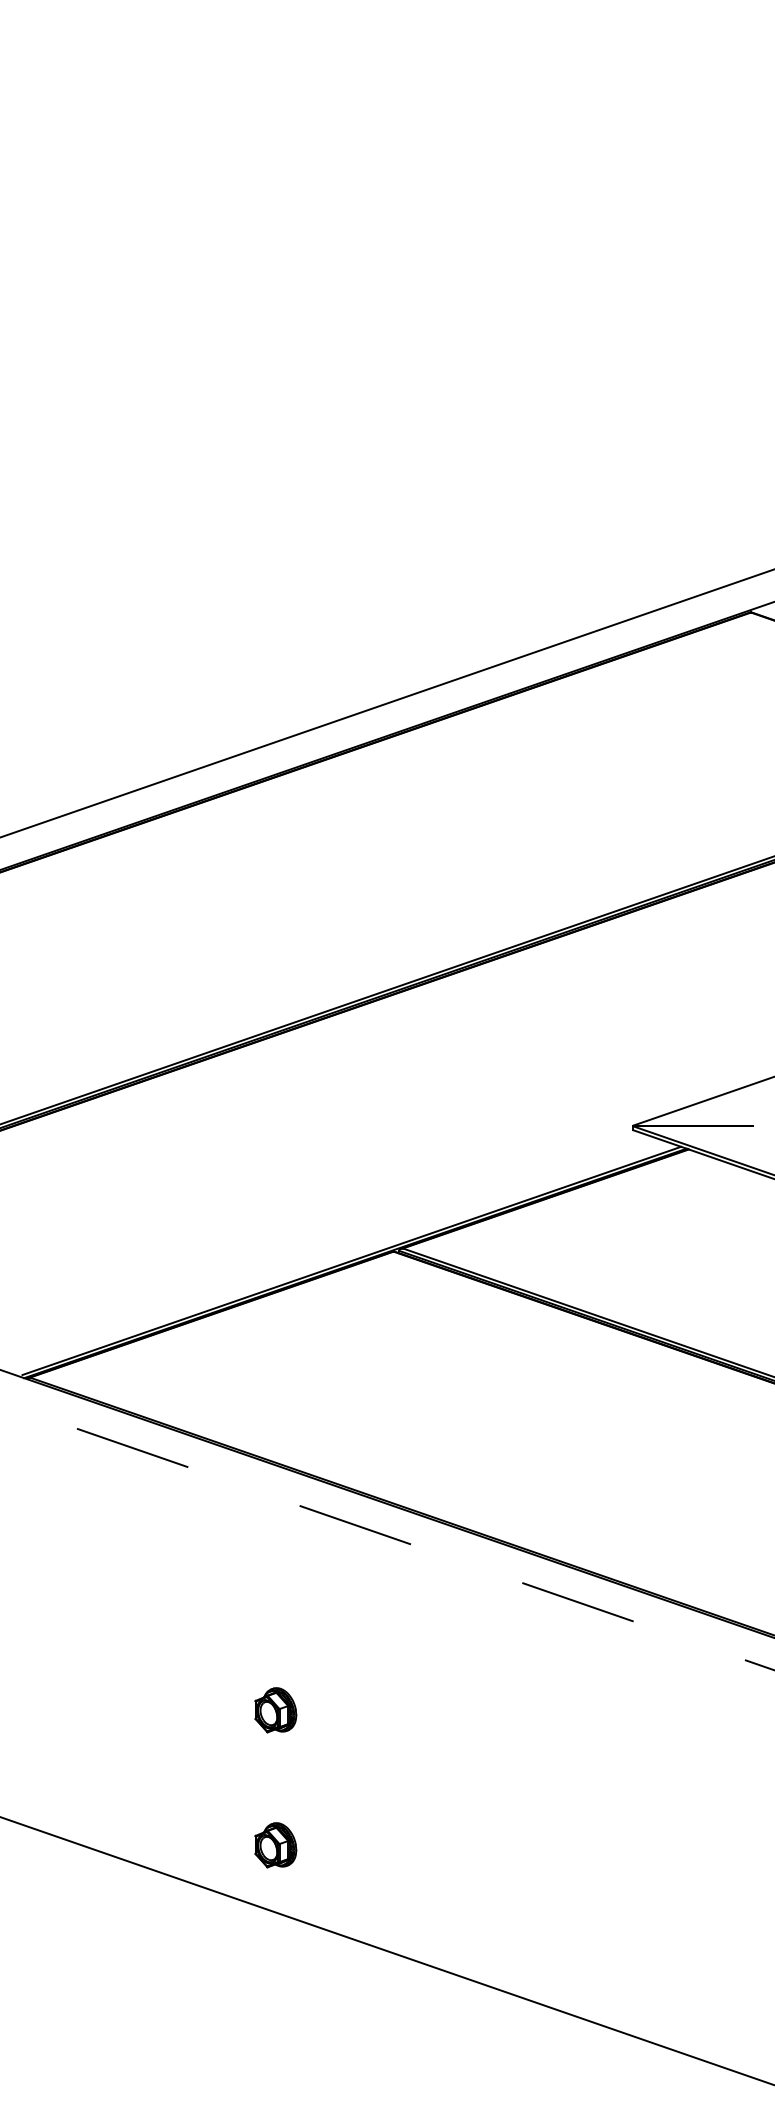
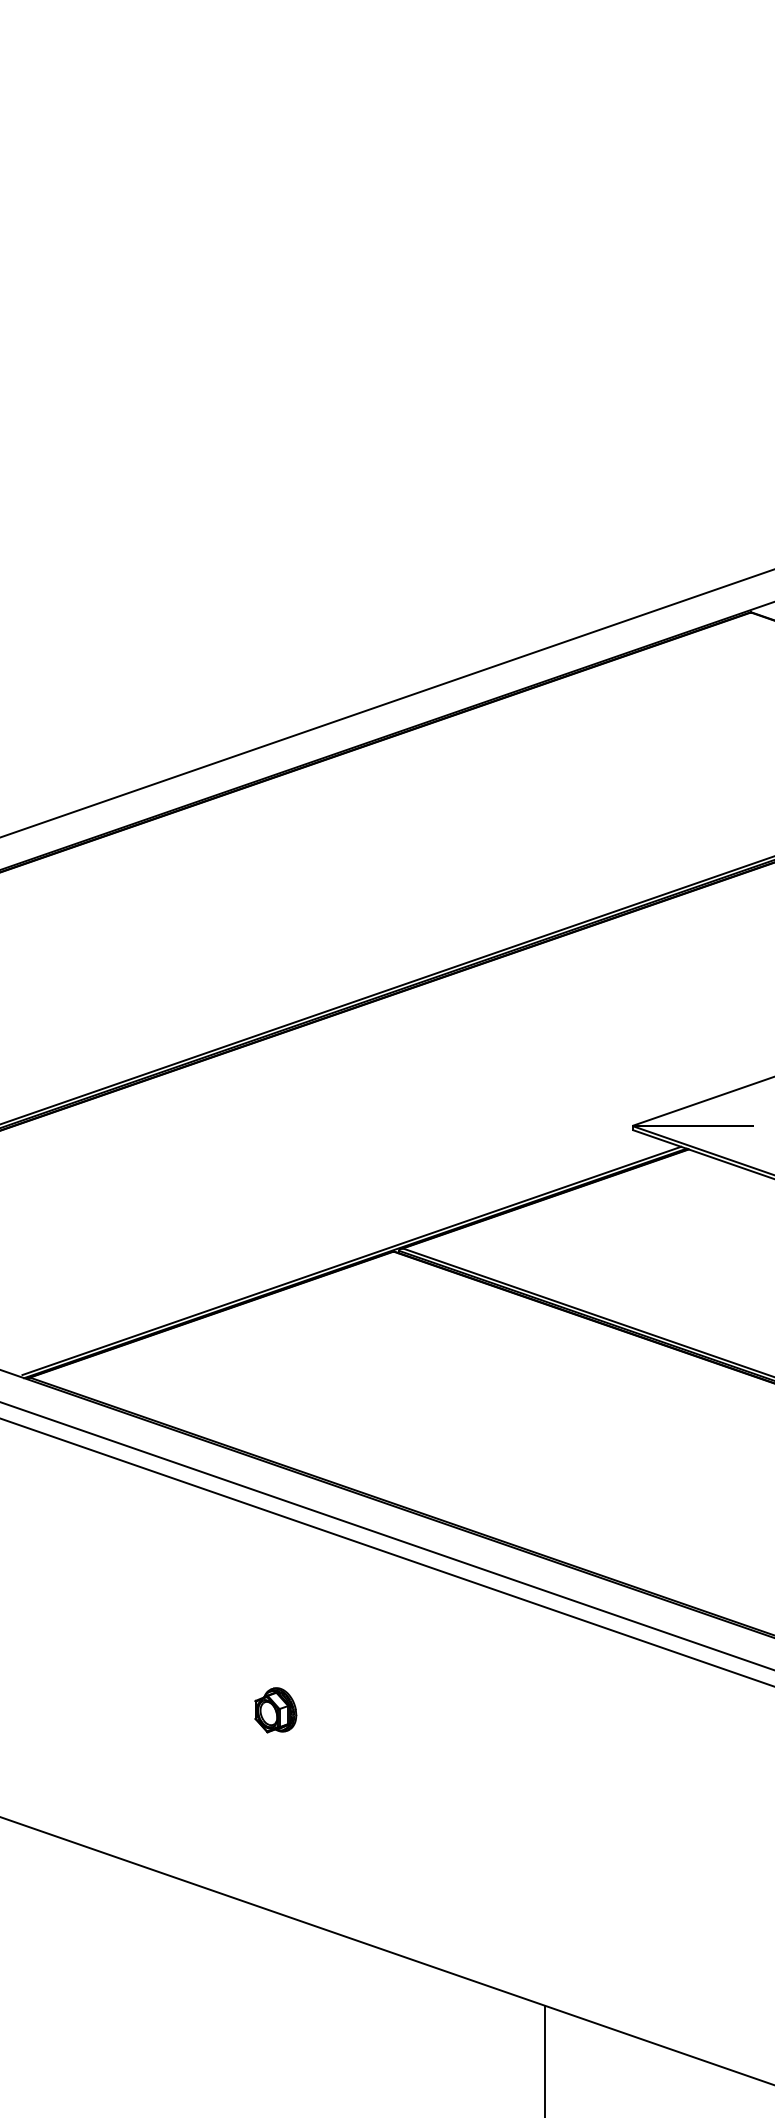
line at (386, 1536): dashed -> solid
line at (386, 1552): none -> present
part at (275, 1845): present -> none
line at (544, 2059): none -> present
